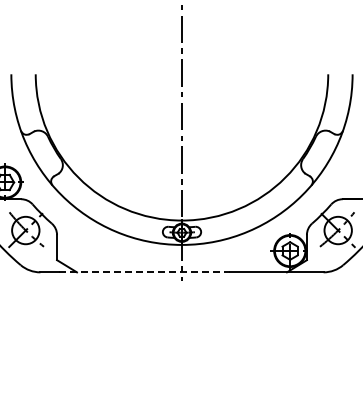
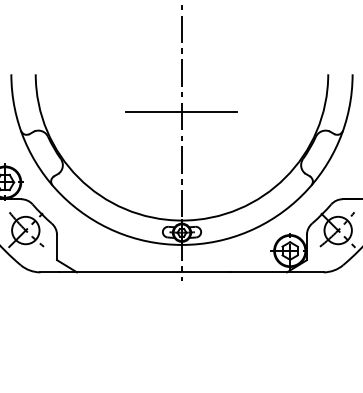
line at (181, 112): none -> present
line at (144, 272): dashed -> solid
